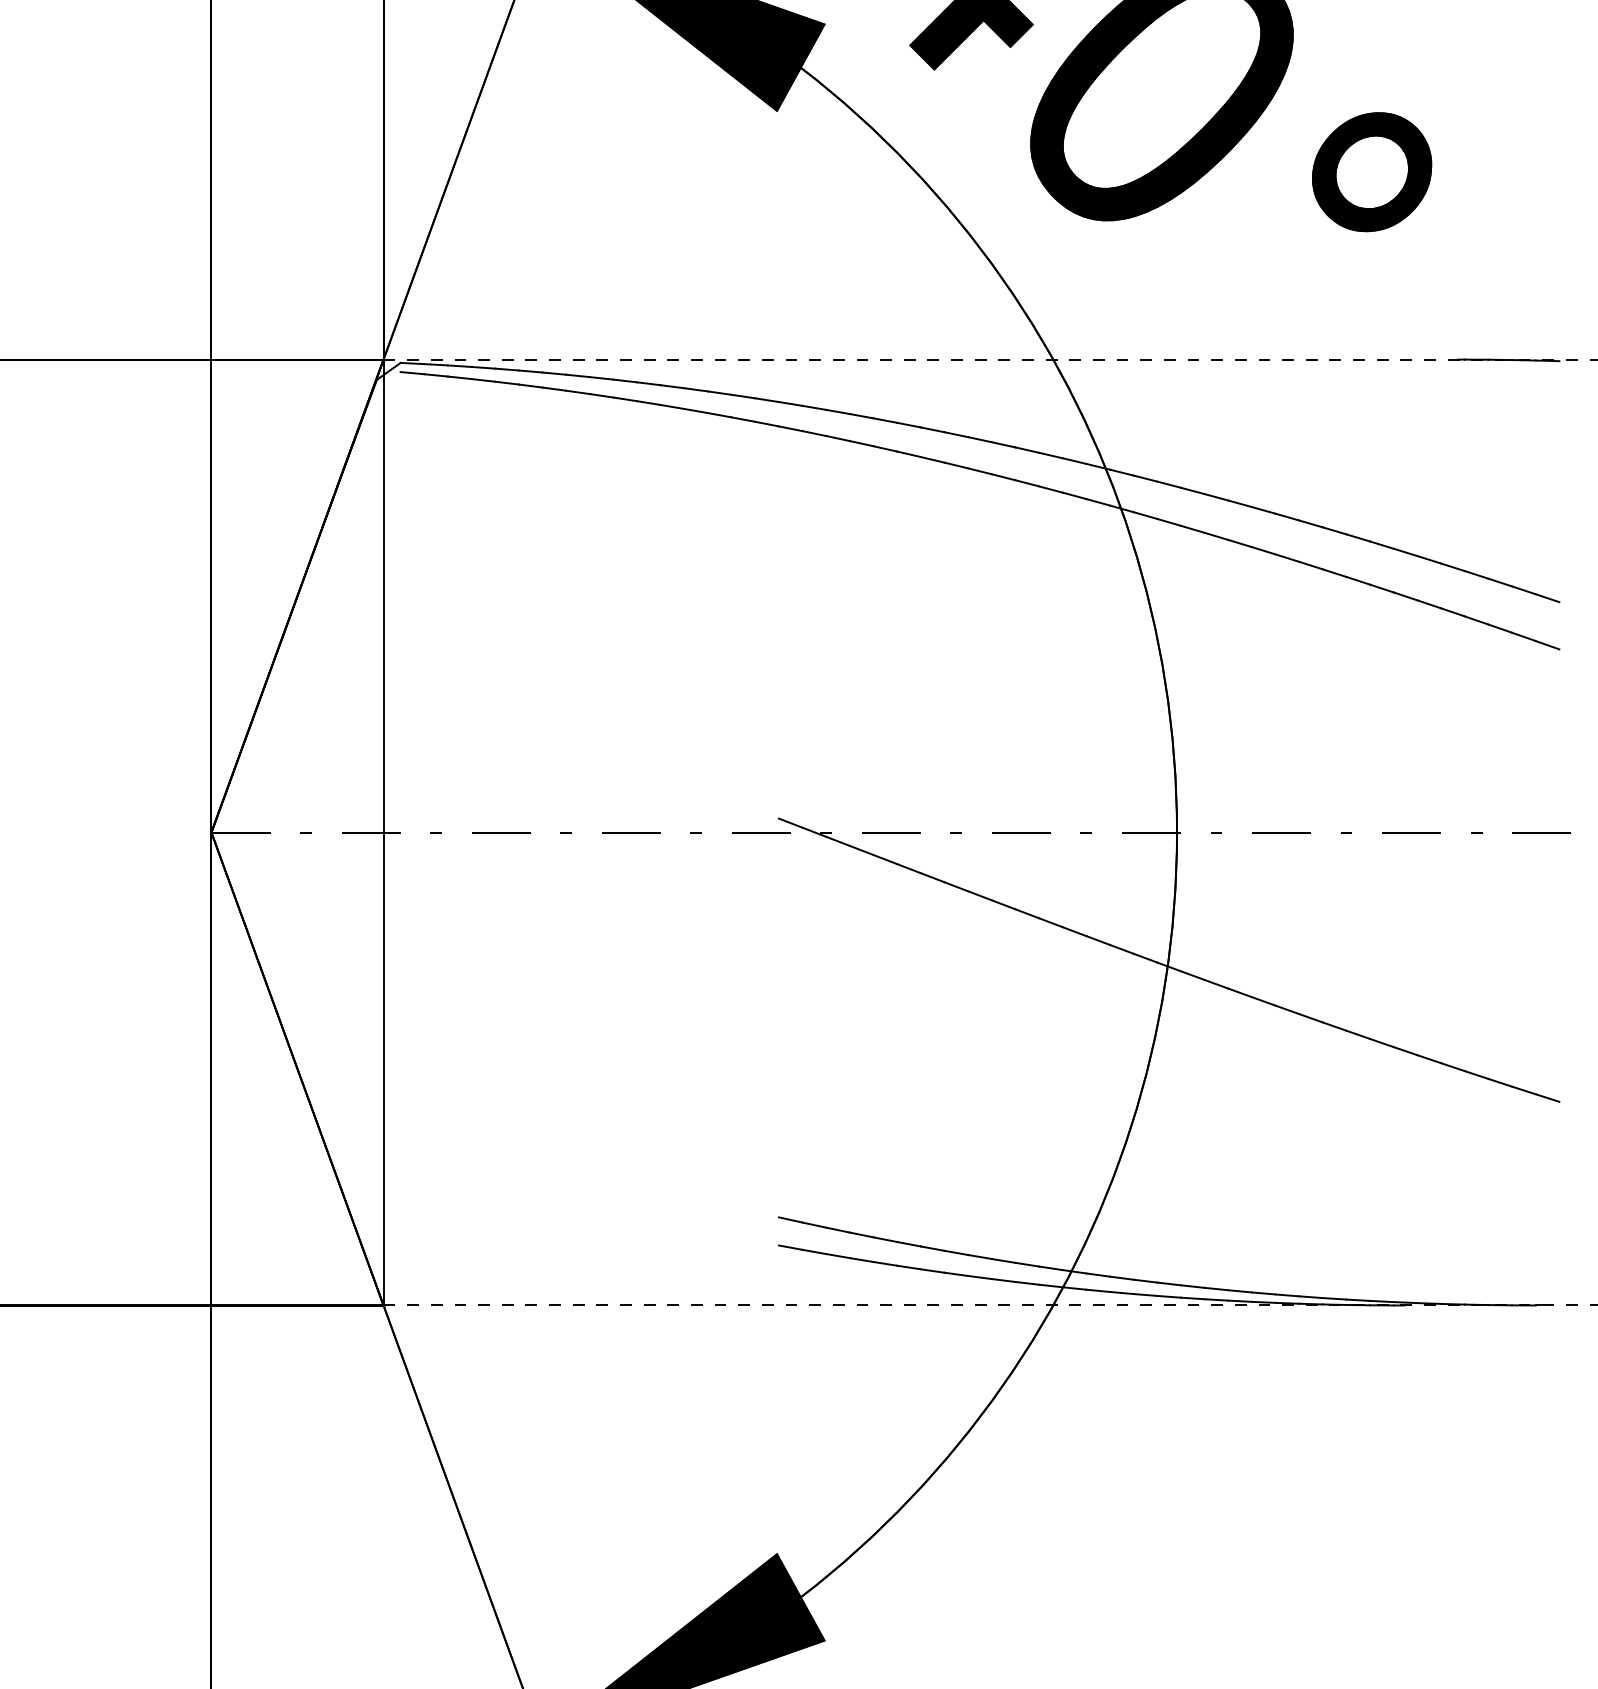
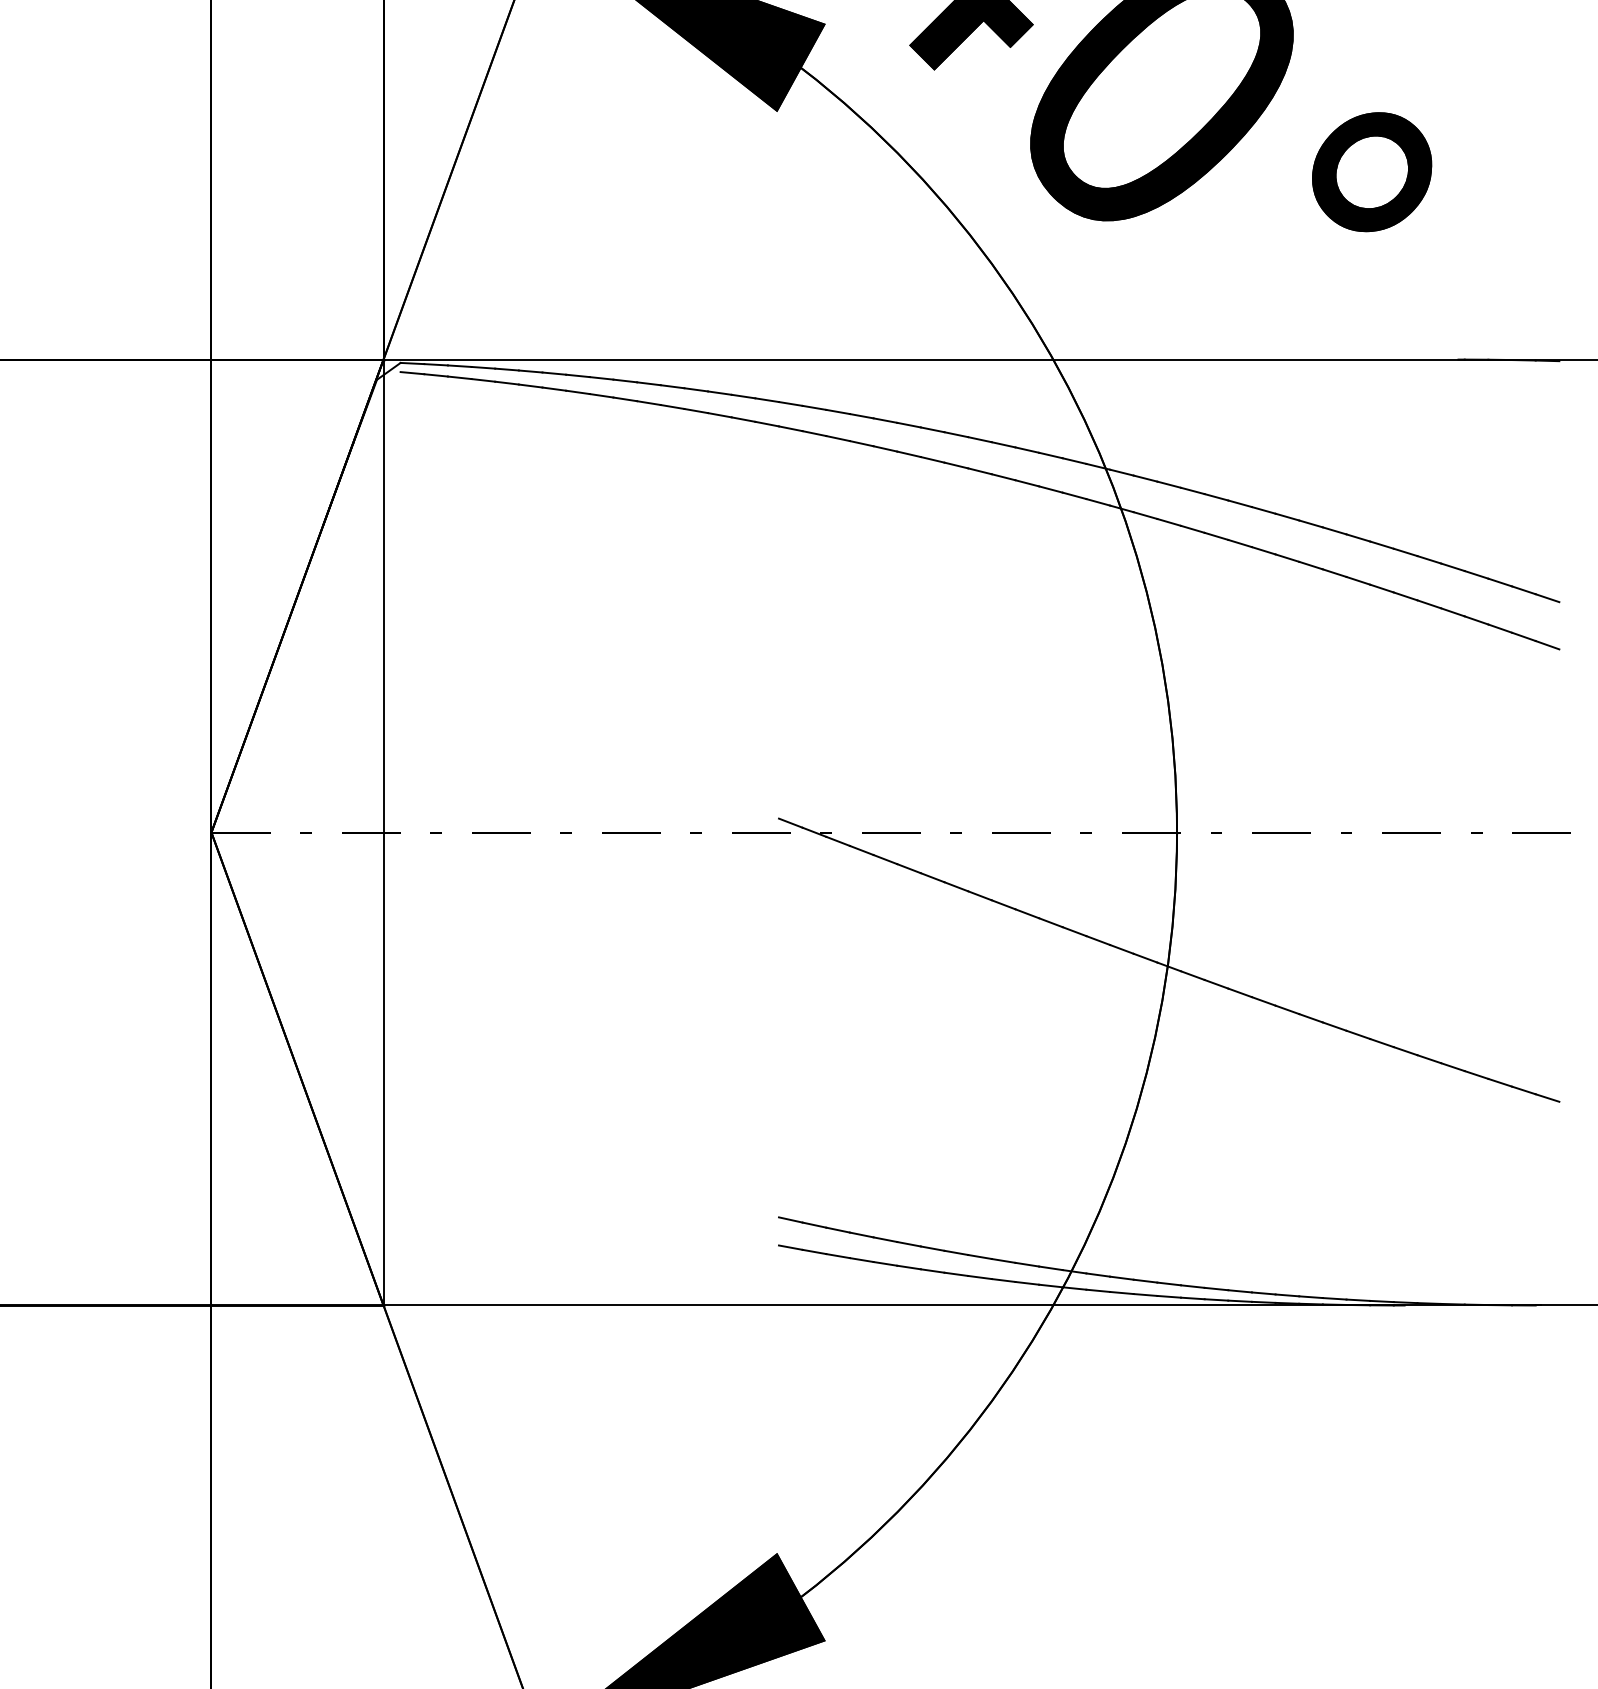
line at (991, 359): dashed -> solid
line at (991, 1305): dashed -> solid
